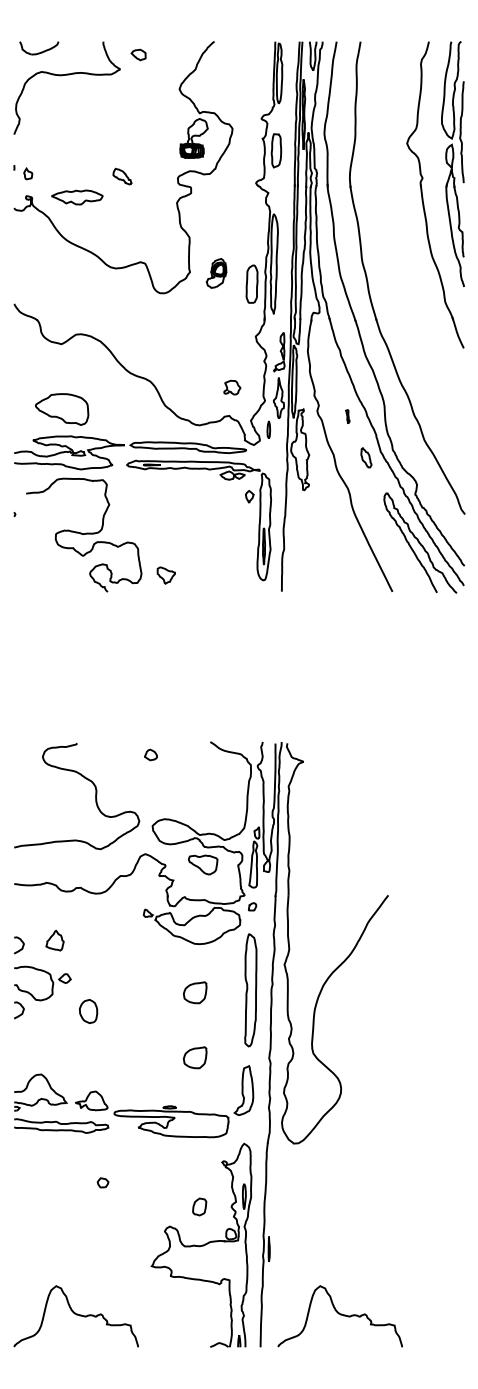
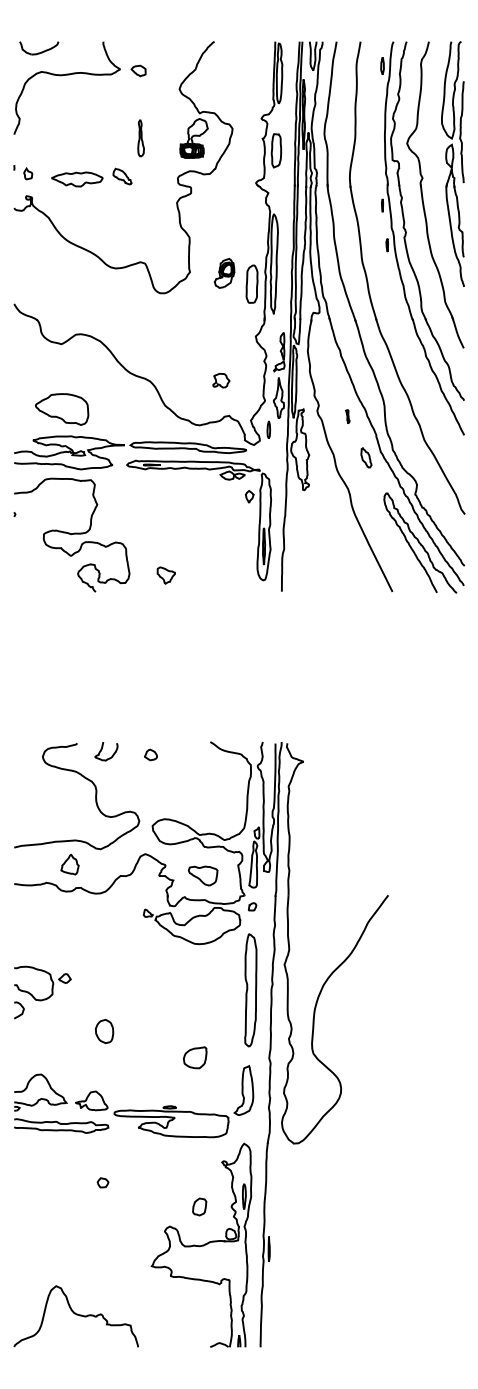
part at (138, 54) position: (138, 54) -> (138, 70)
part at (140, 138): none -> present
part at (77, 197) position: (77, 197) -> (77, 179)
part at (406, 235): none -> present
part at (216, 273) position: (216, 273) -> (224, 273)
part at (232, 387) position: (232, 387) -> (221, 380)
curve at (84, 534) position: (84, 534) -> (72, 534)
curve at (102, 749): none -> present
part at (203, 864) position: (203, 864) -> (203, 875)
part at (54, 940) position: (54, 940) -> (69, 864)
curve at (21, 947): present -> none
part at (195, 992): present -> none
part at (88, 1011) position: (88, 1011) -> (104, 1031)
curve at (340, 1315): present -> none
